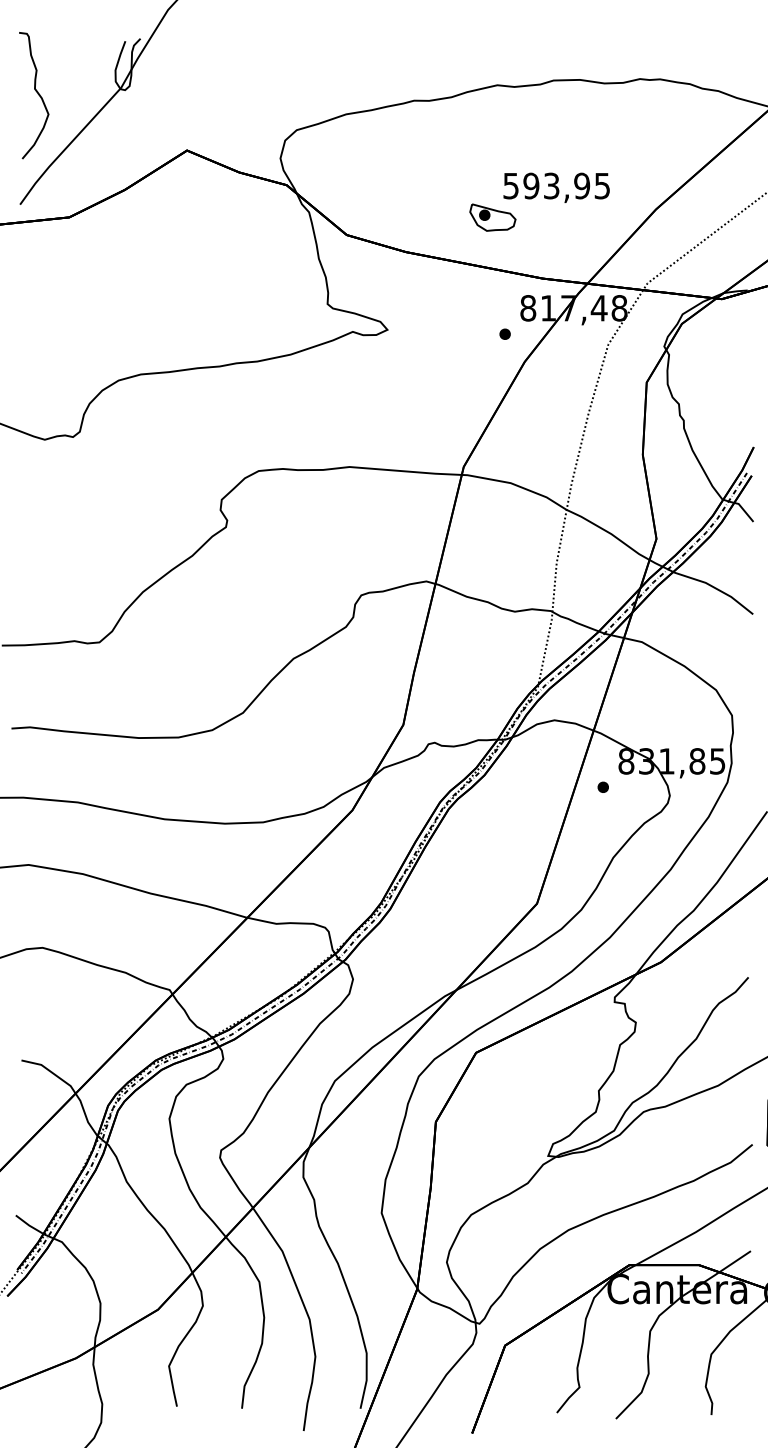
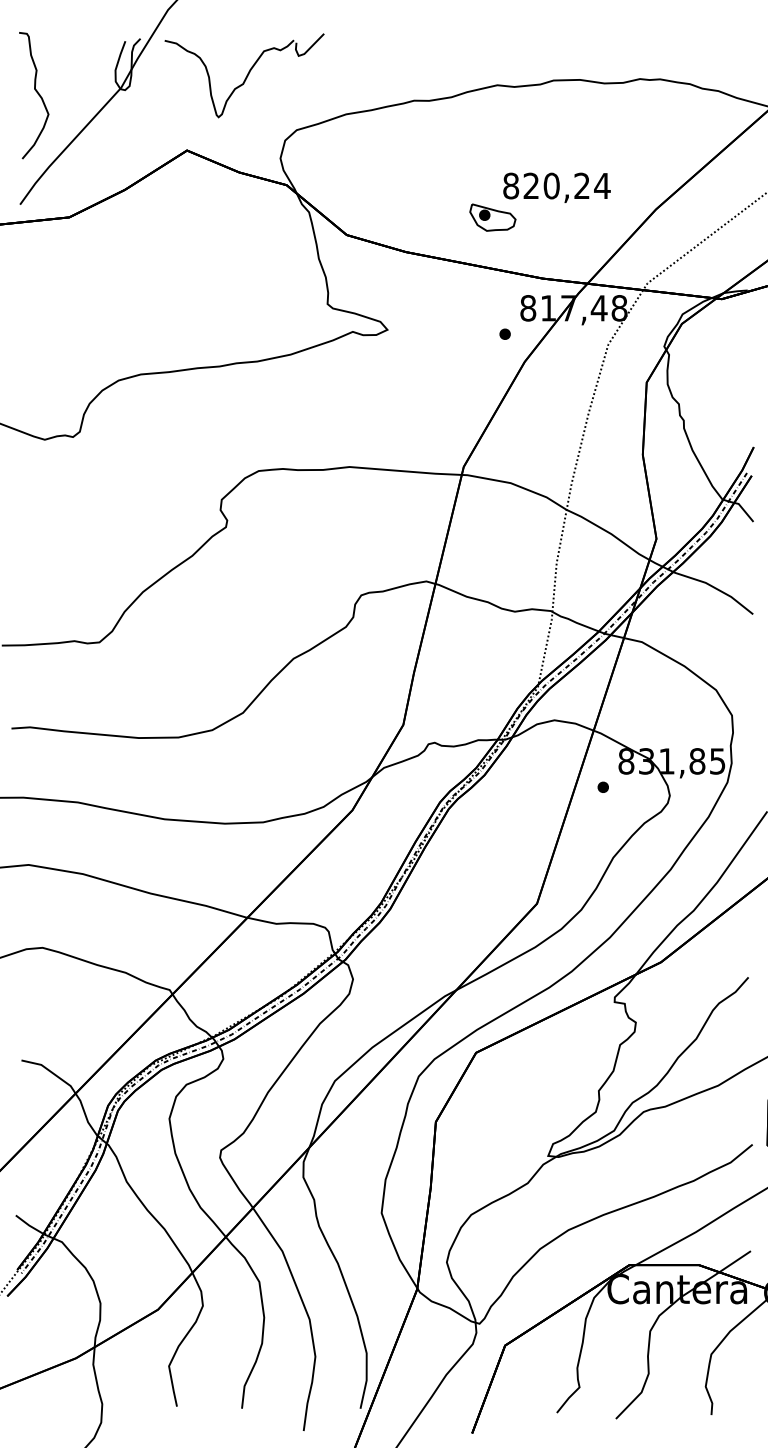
part at (244, 75): none -> present
text at (556, 185): 593,95 -> 820,24
